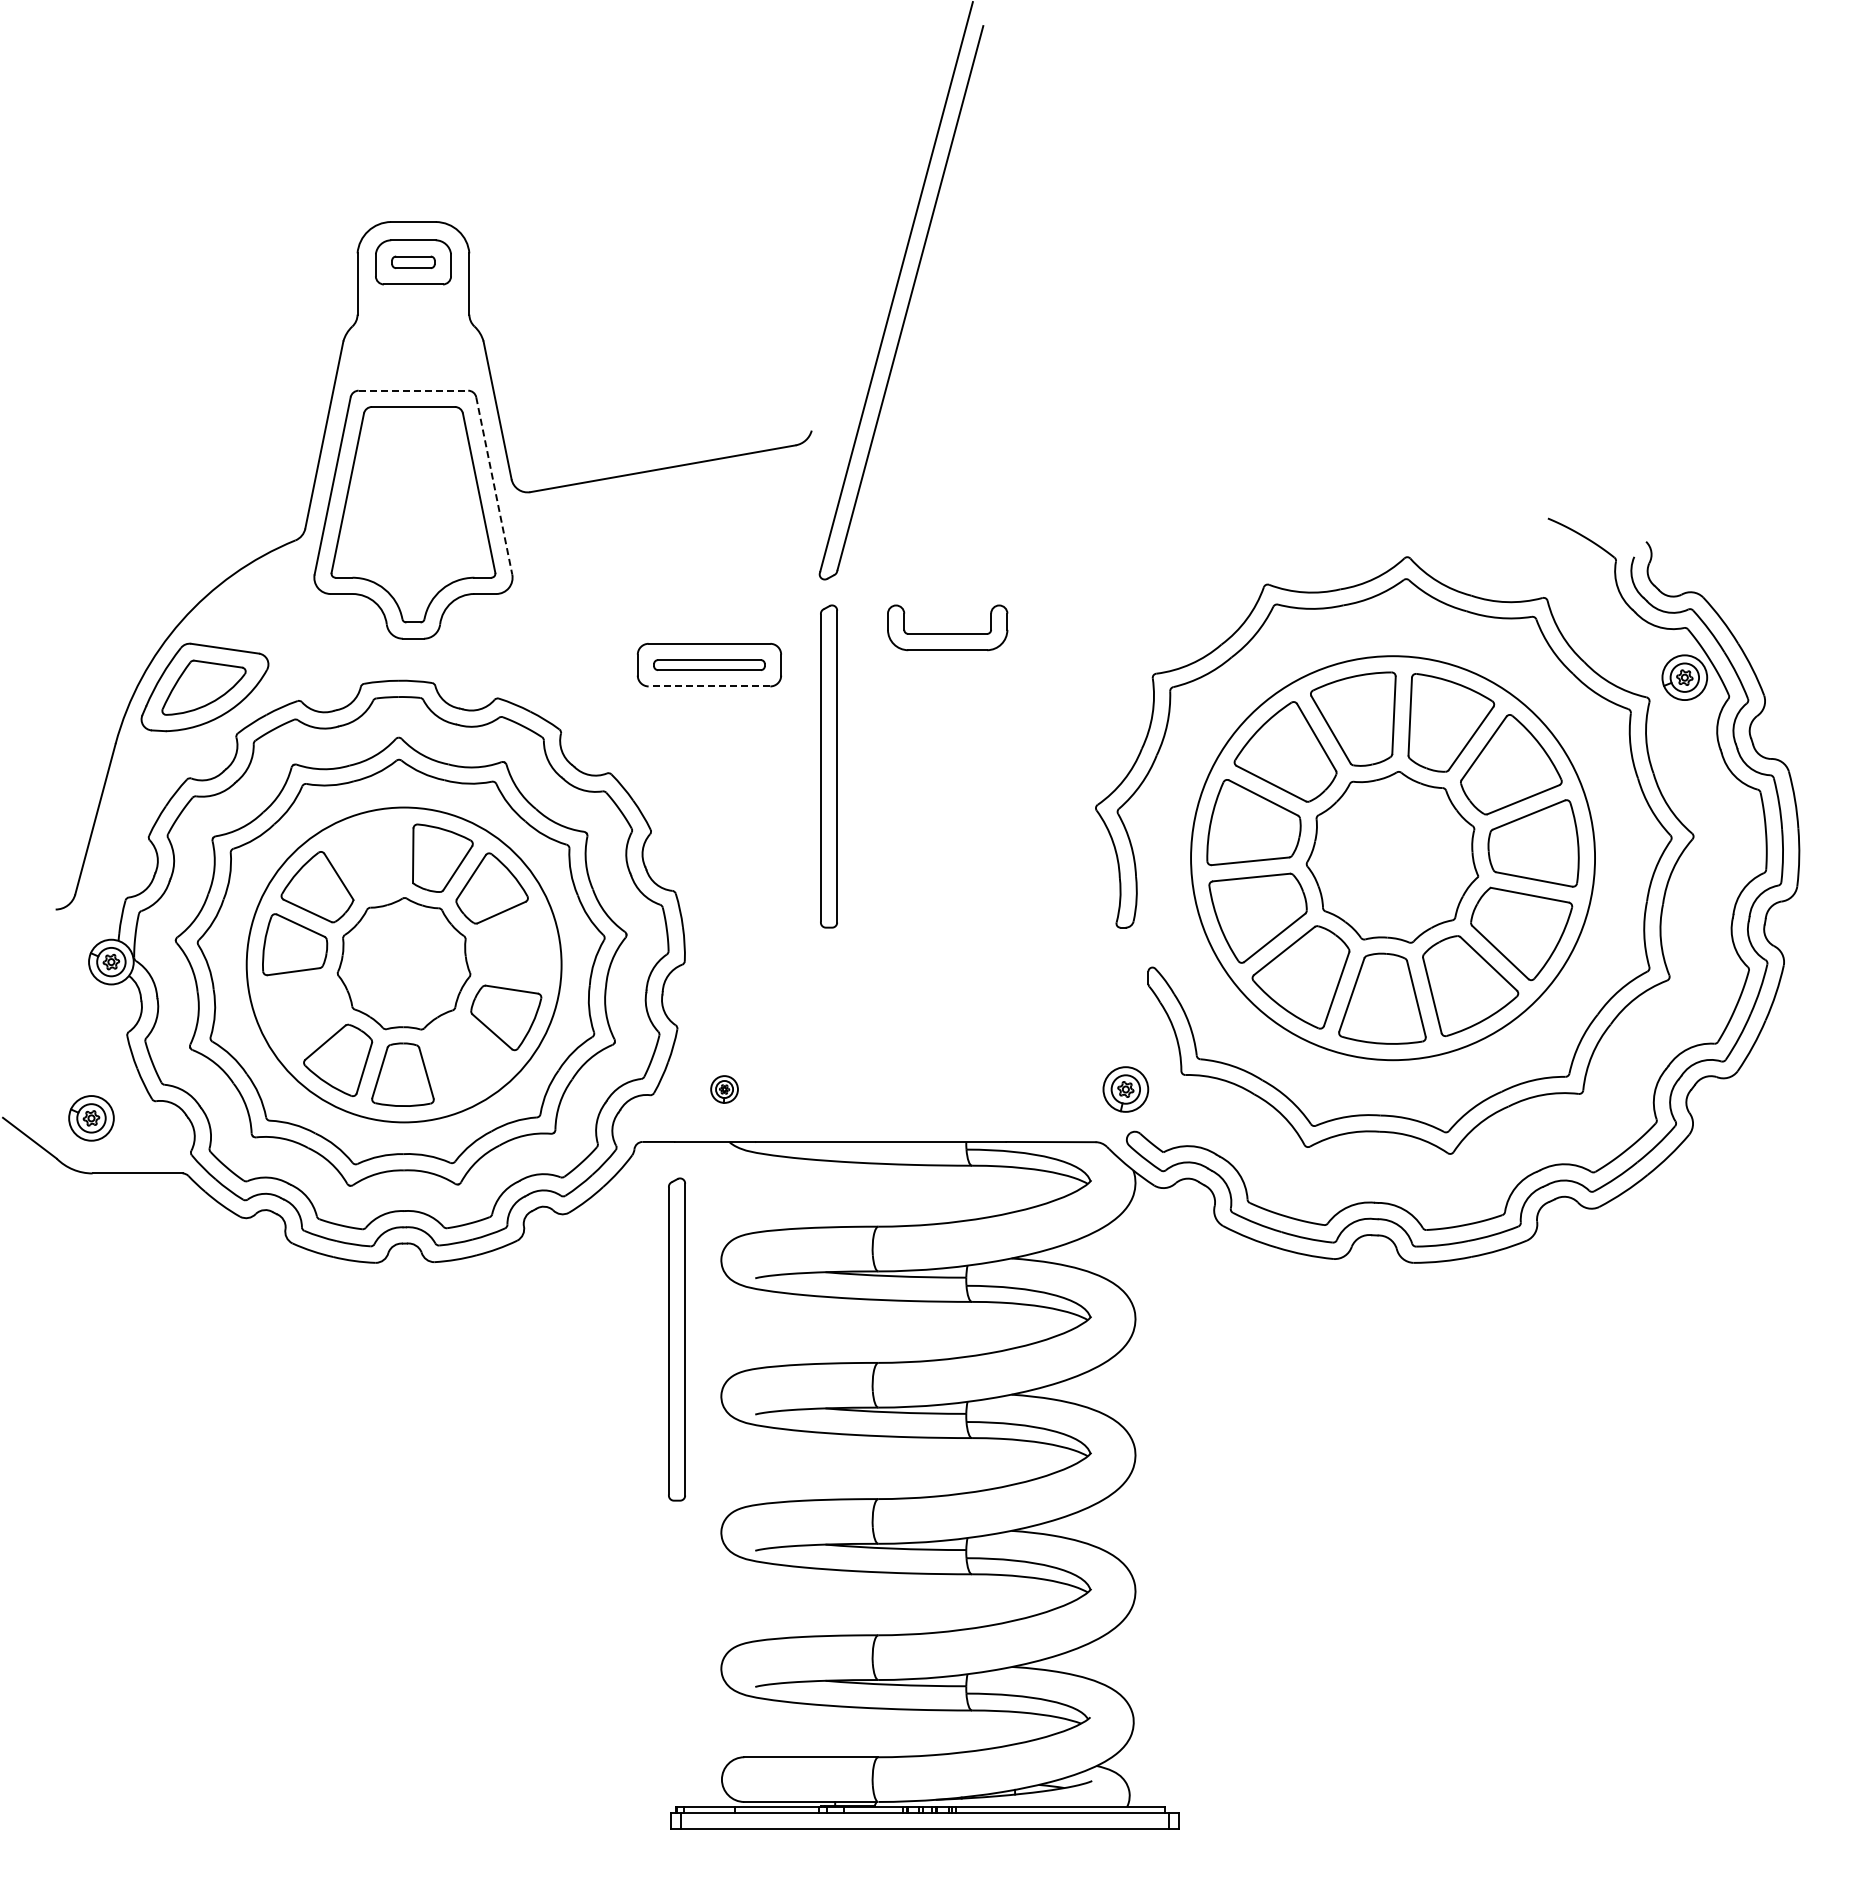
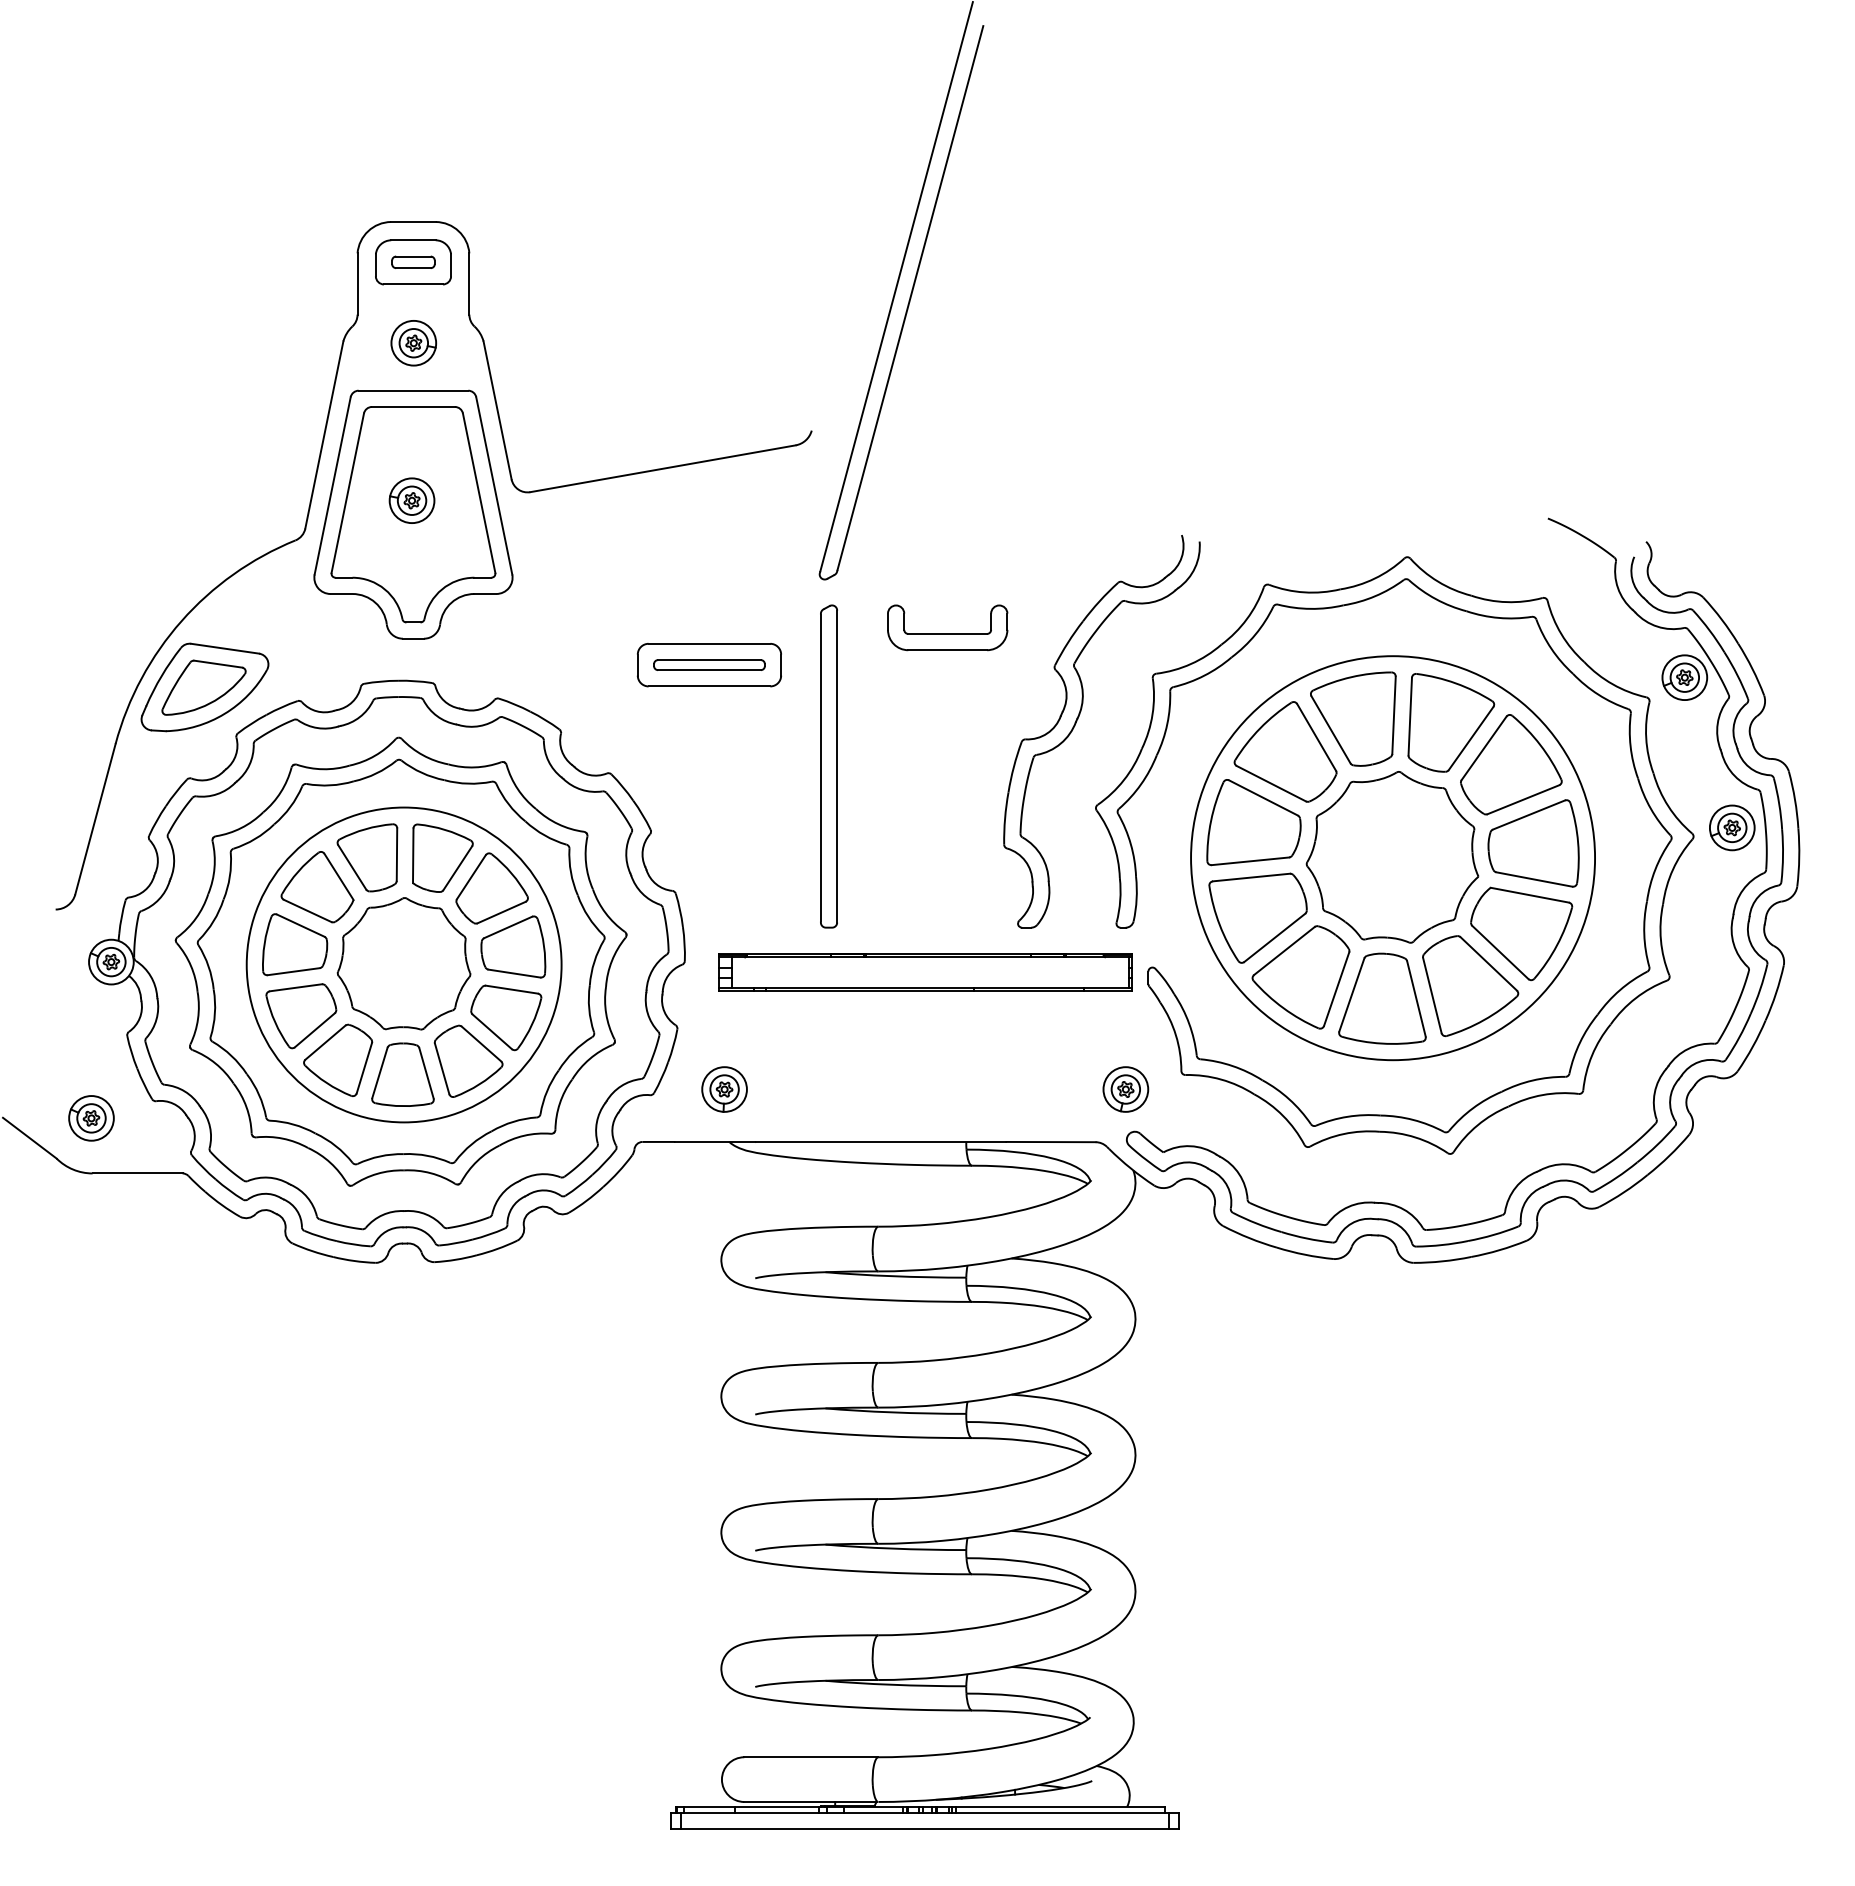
part at (413, 343): none -> present
line at (413, 390): dashed -> solid
line at (494, 486): dashed -> solid
part at (411, 500): none -> present
line at (709, 686): dashed -> solid
part at (1078, 719): none -> present
part at (1732, 827): none -> present
part at (367, 857): none -> present
part at (513, 946): none -> present
part at (925, 972): none -> present
part at (301, 1016): none -> present
part at (468, 1060): none -> present
part at (724, 1089) size: 29x29 px -> 47x47 px
part at (676, 1339): present -> none
